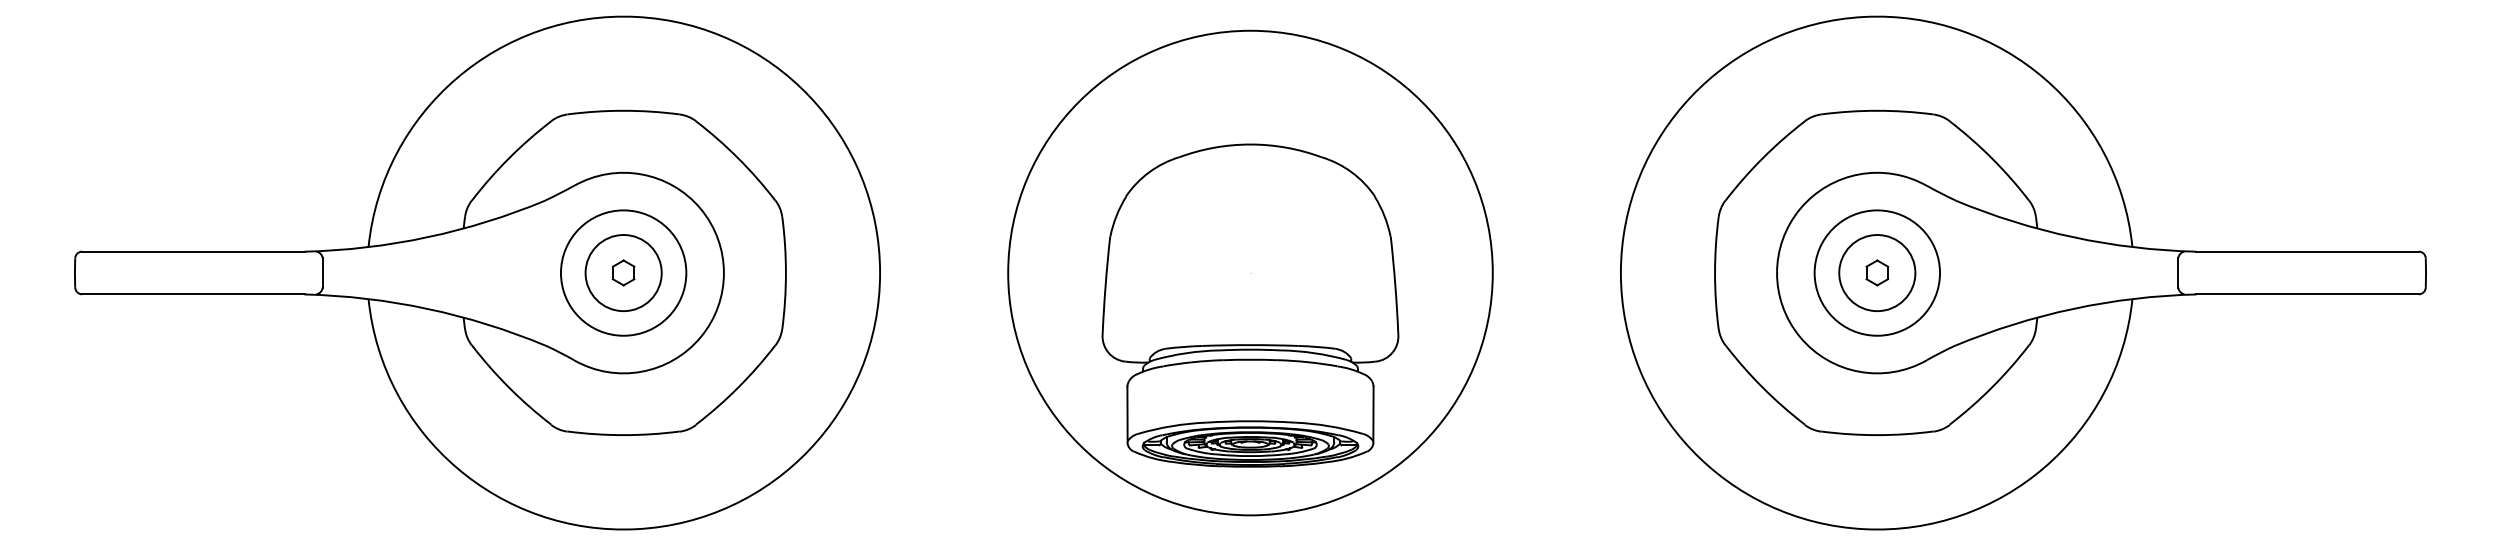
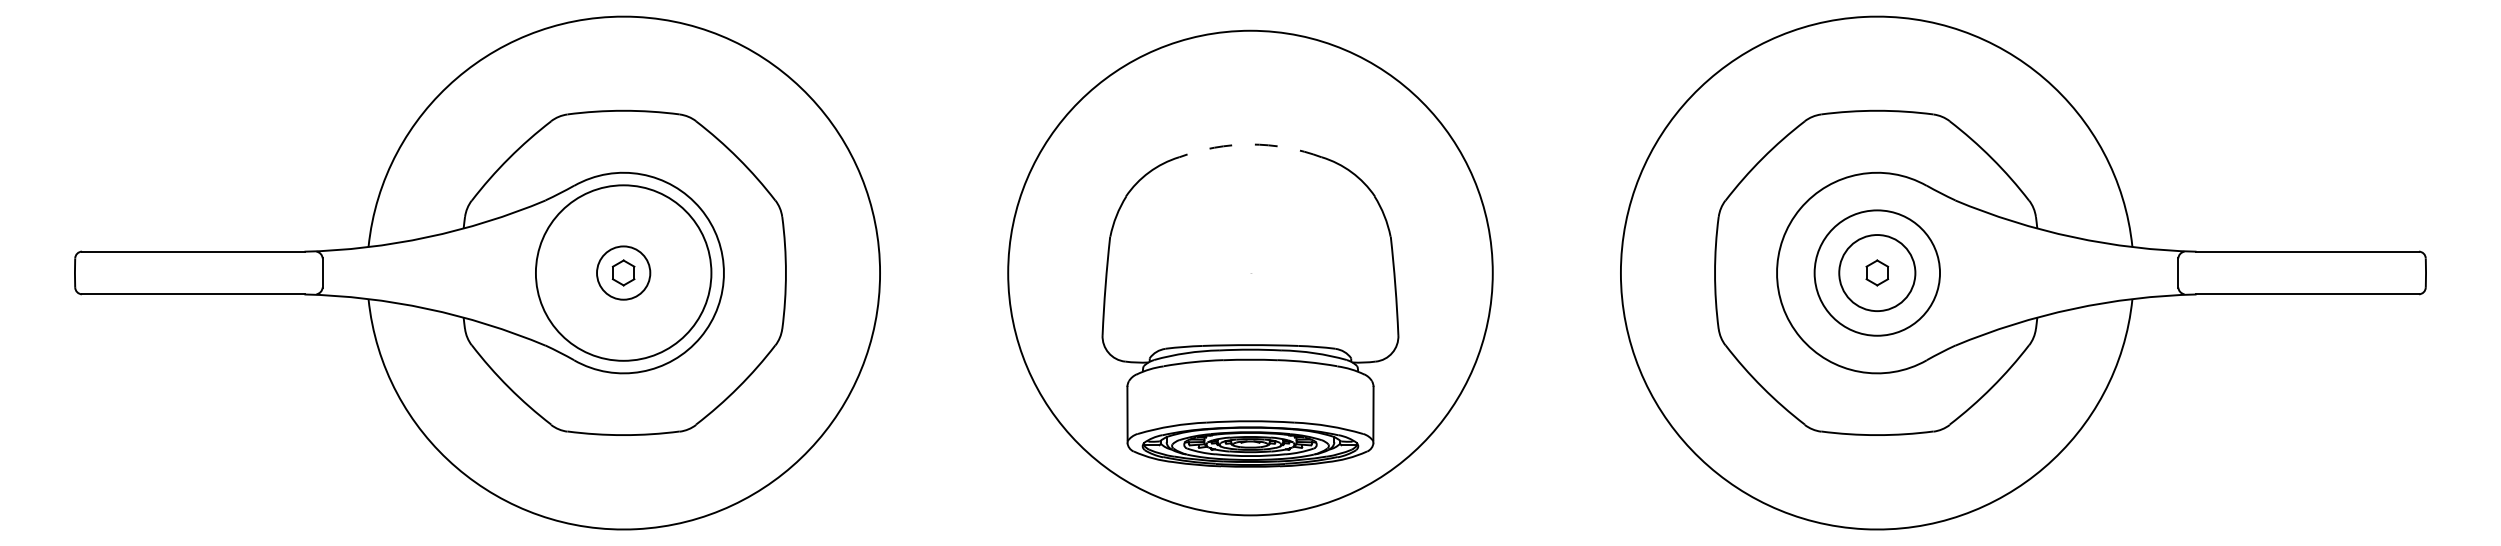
arc at (1250, 144): solid -> dashed
circle at (623, 272) diameter: 125 px -> 176 px
circle at (623, 273) diameter: 76 px -> 53 px
